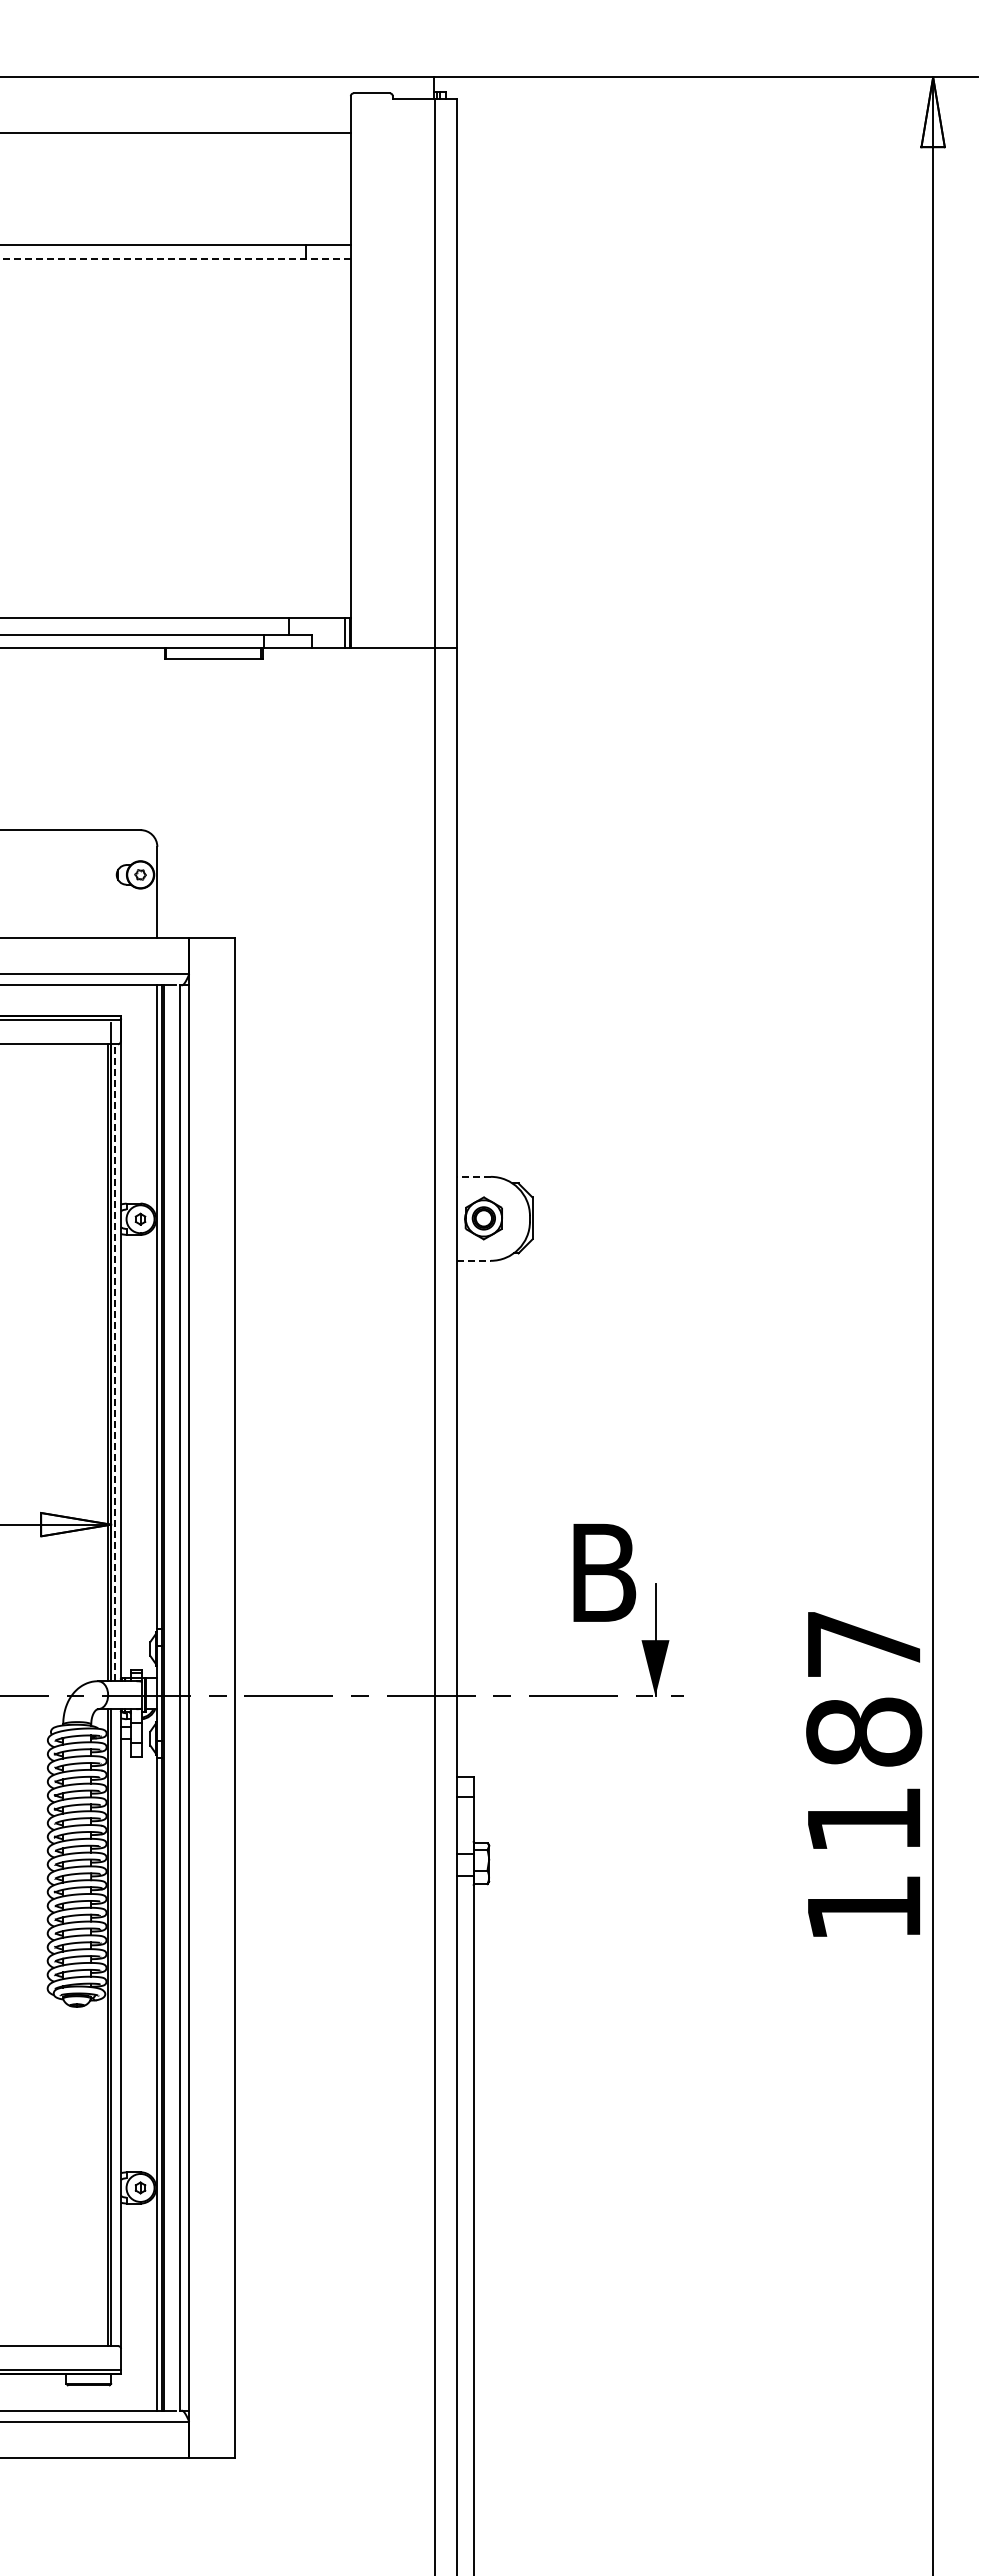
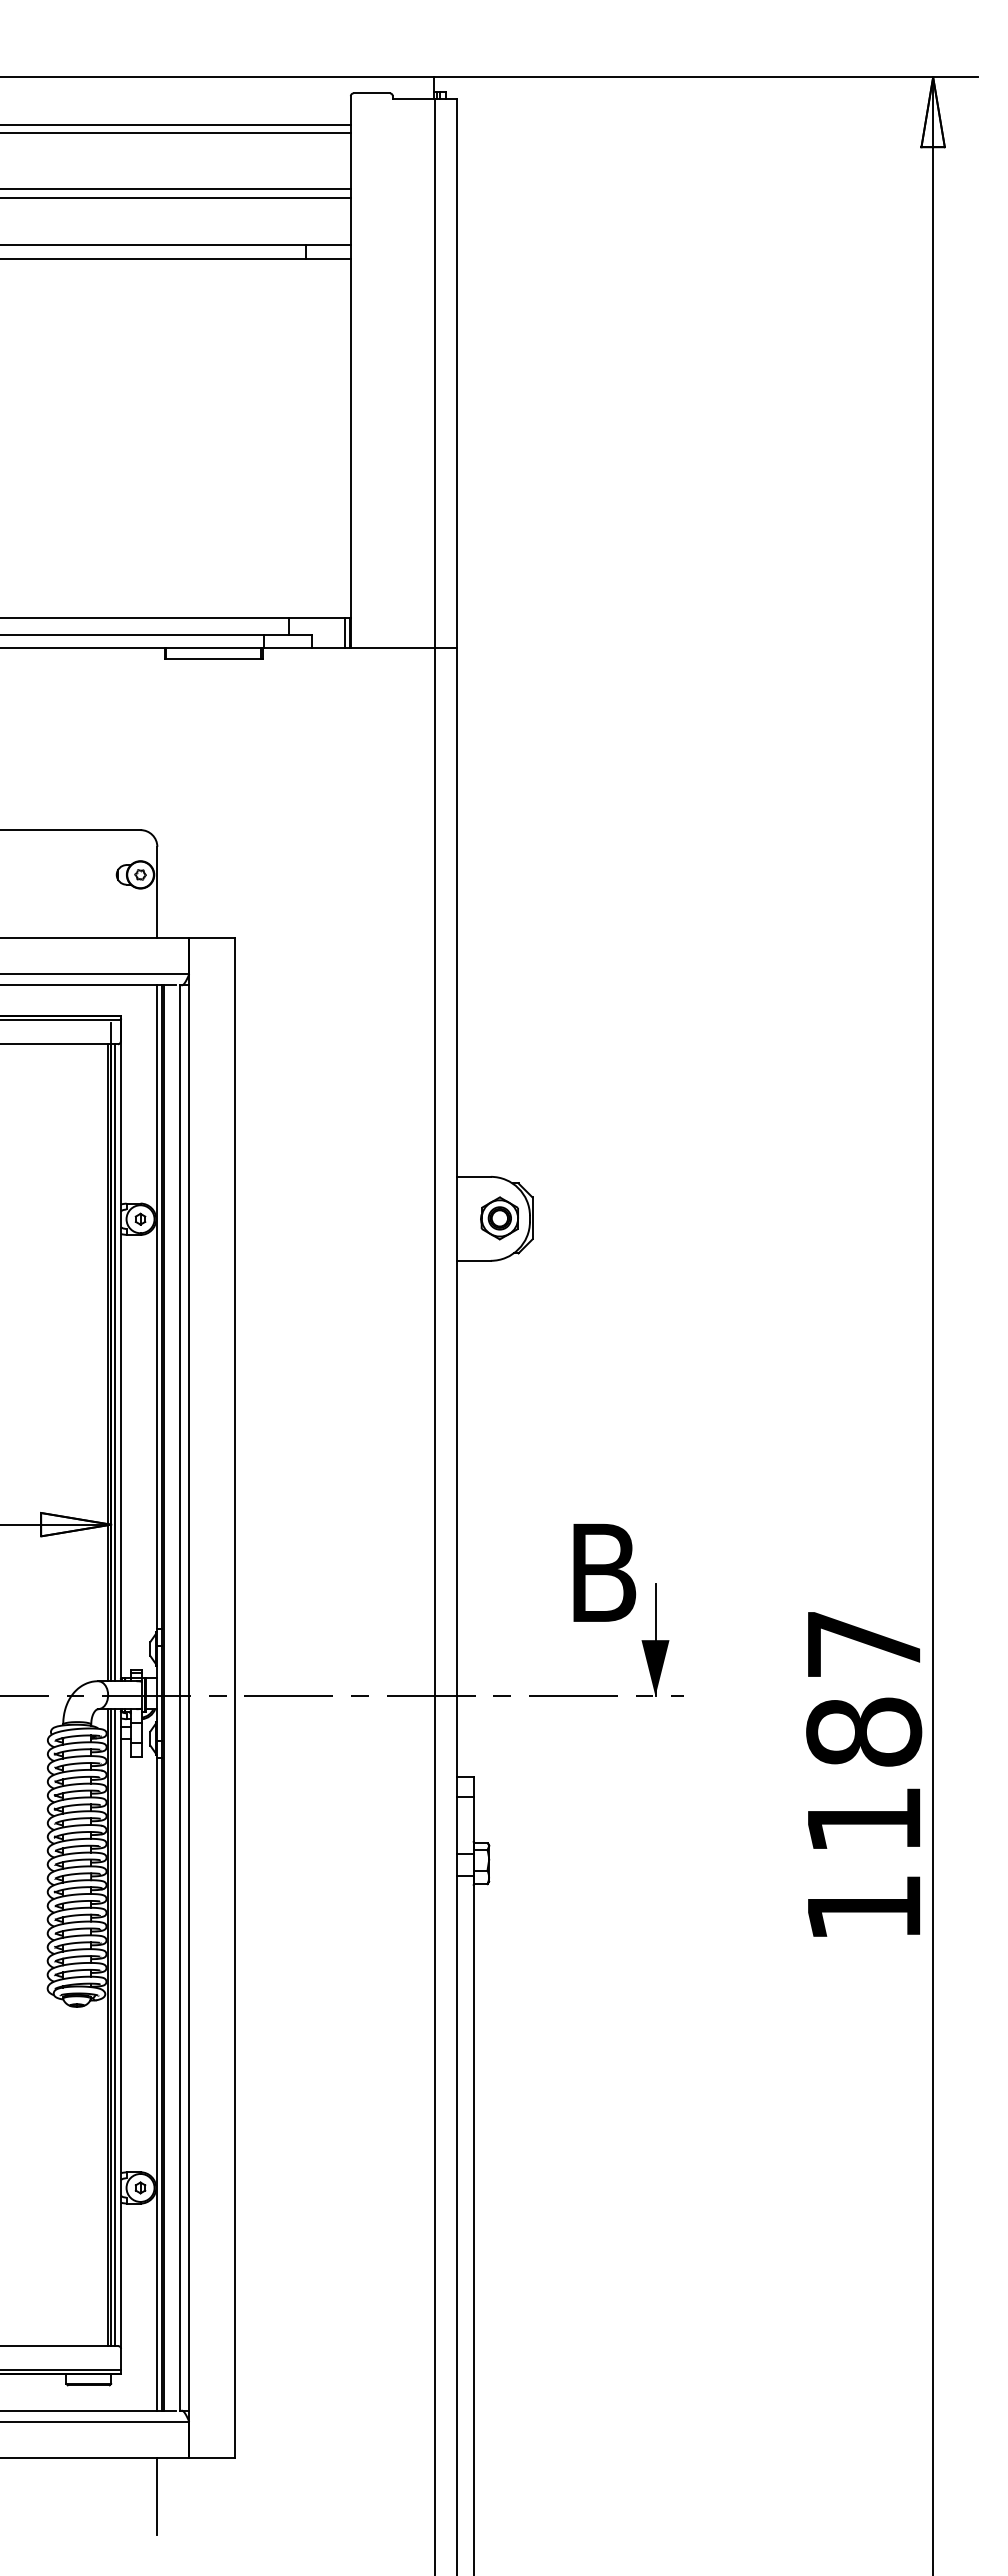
line at (176, 124): none -> present
line at (176, 189): none -> present
line at (176, 197): none -> present
line at (175, 259): dashed -> solid
line at (474, 1176): dashed -> solid
part at (483, 1218) position: (483, 1218) -> (499, 1218)
line at (474, 1260): dashed -> solid
line at (115, 1362): dashed -> solid
line at (115, 2027): none -> present
line at (157, 2496): none -> present
